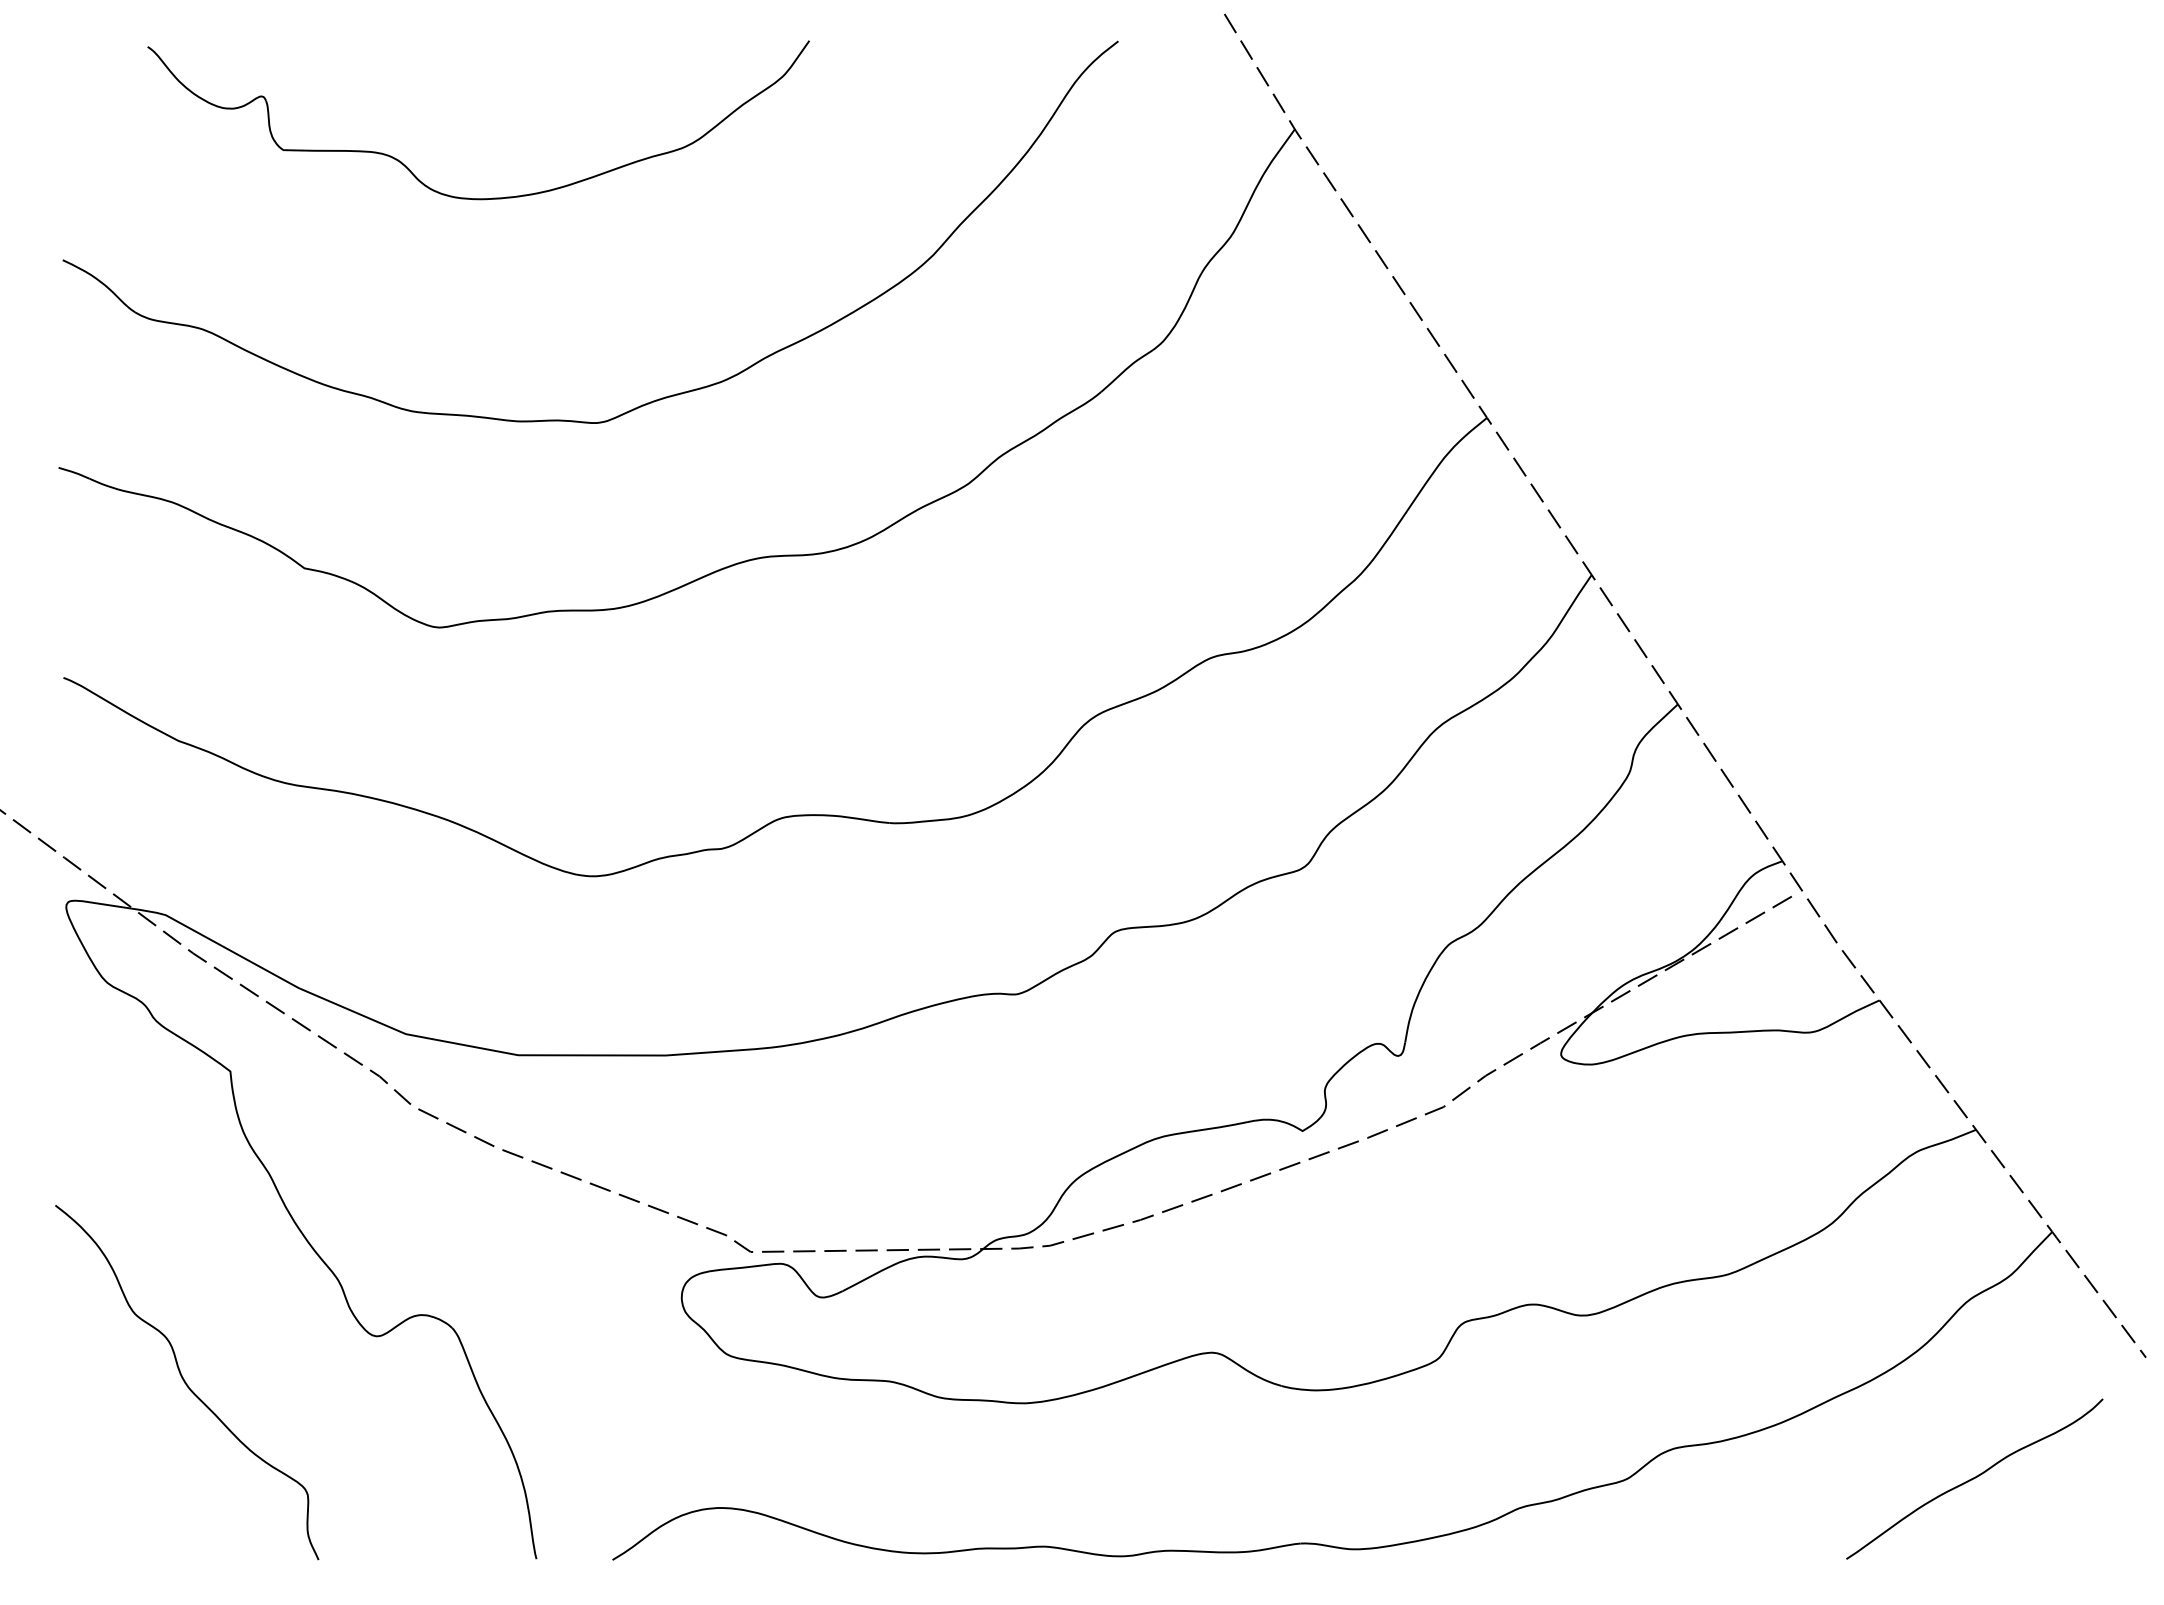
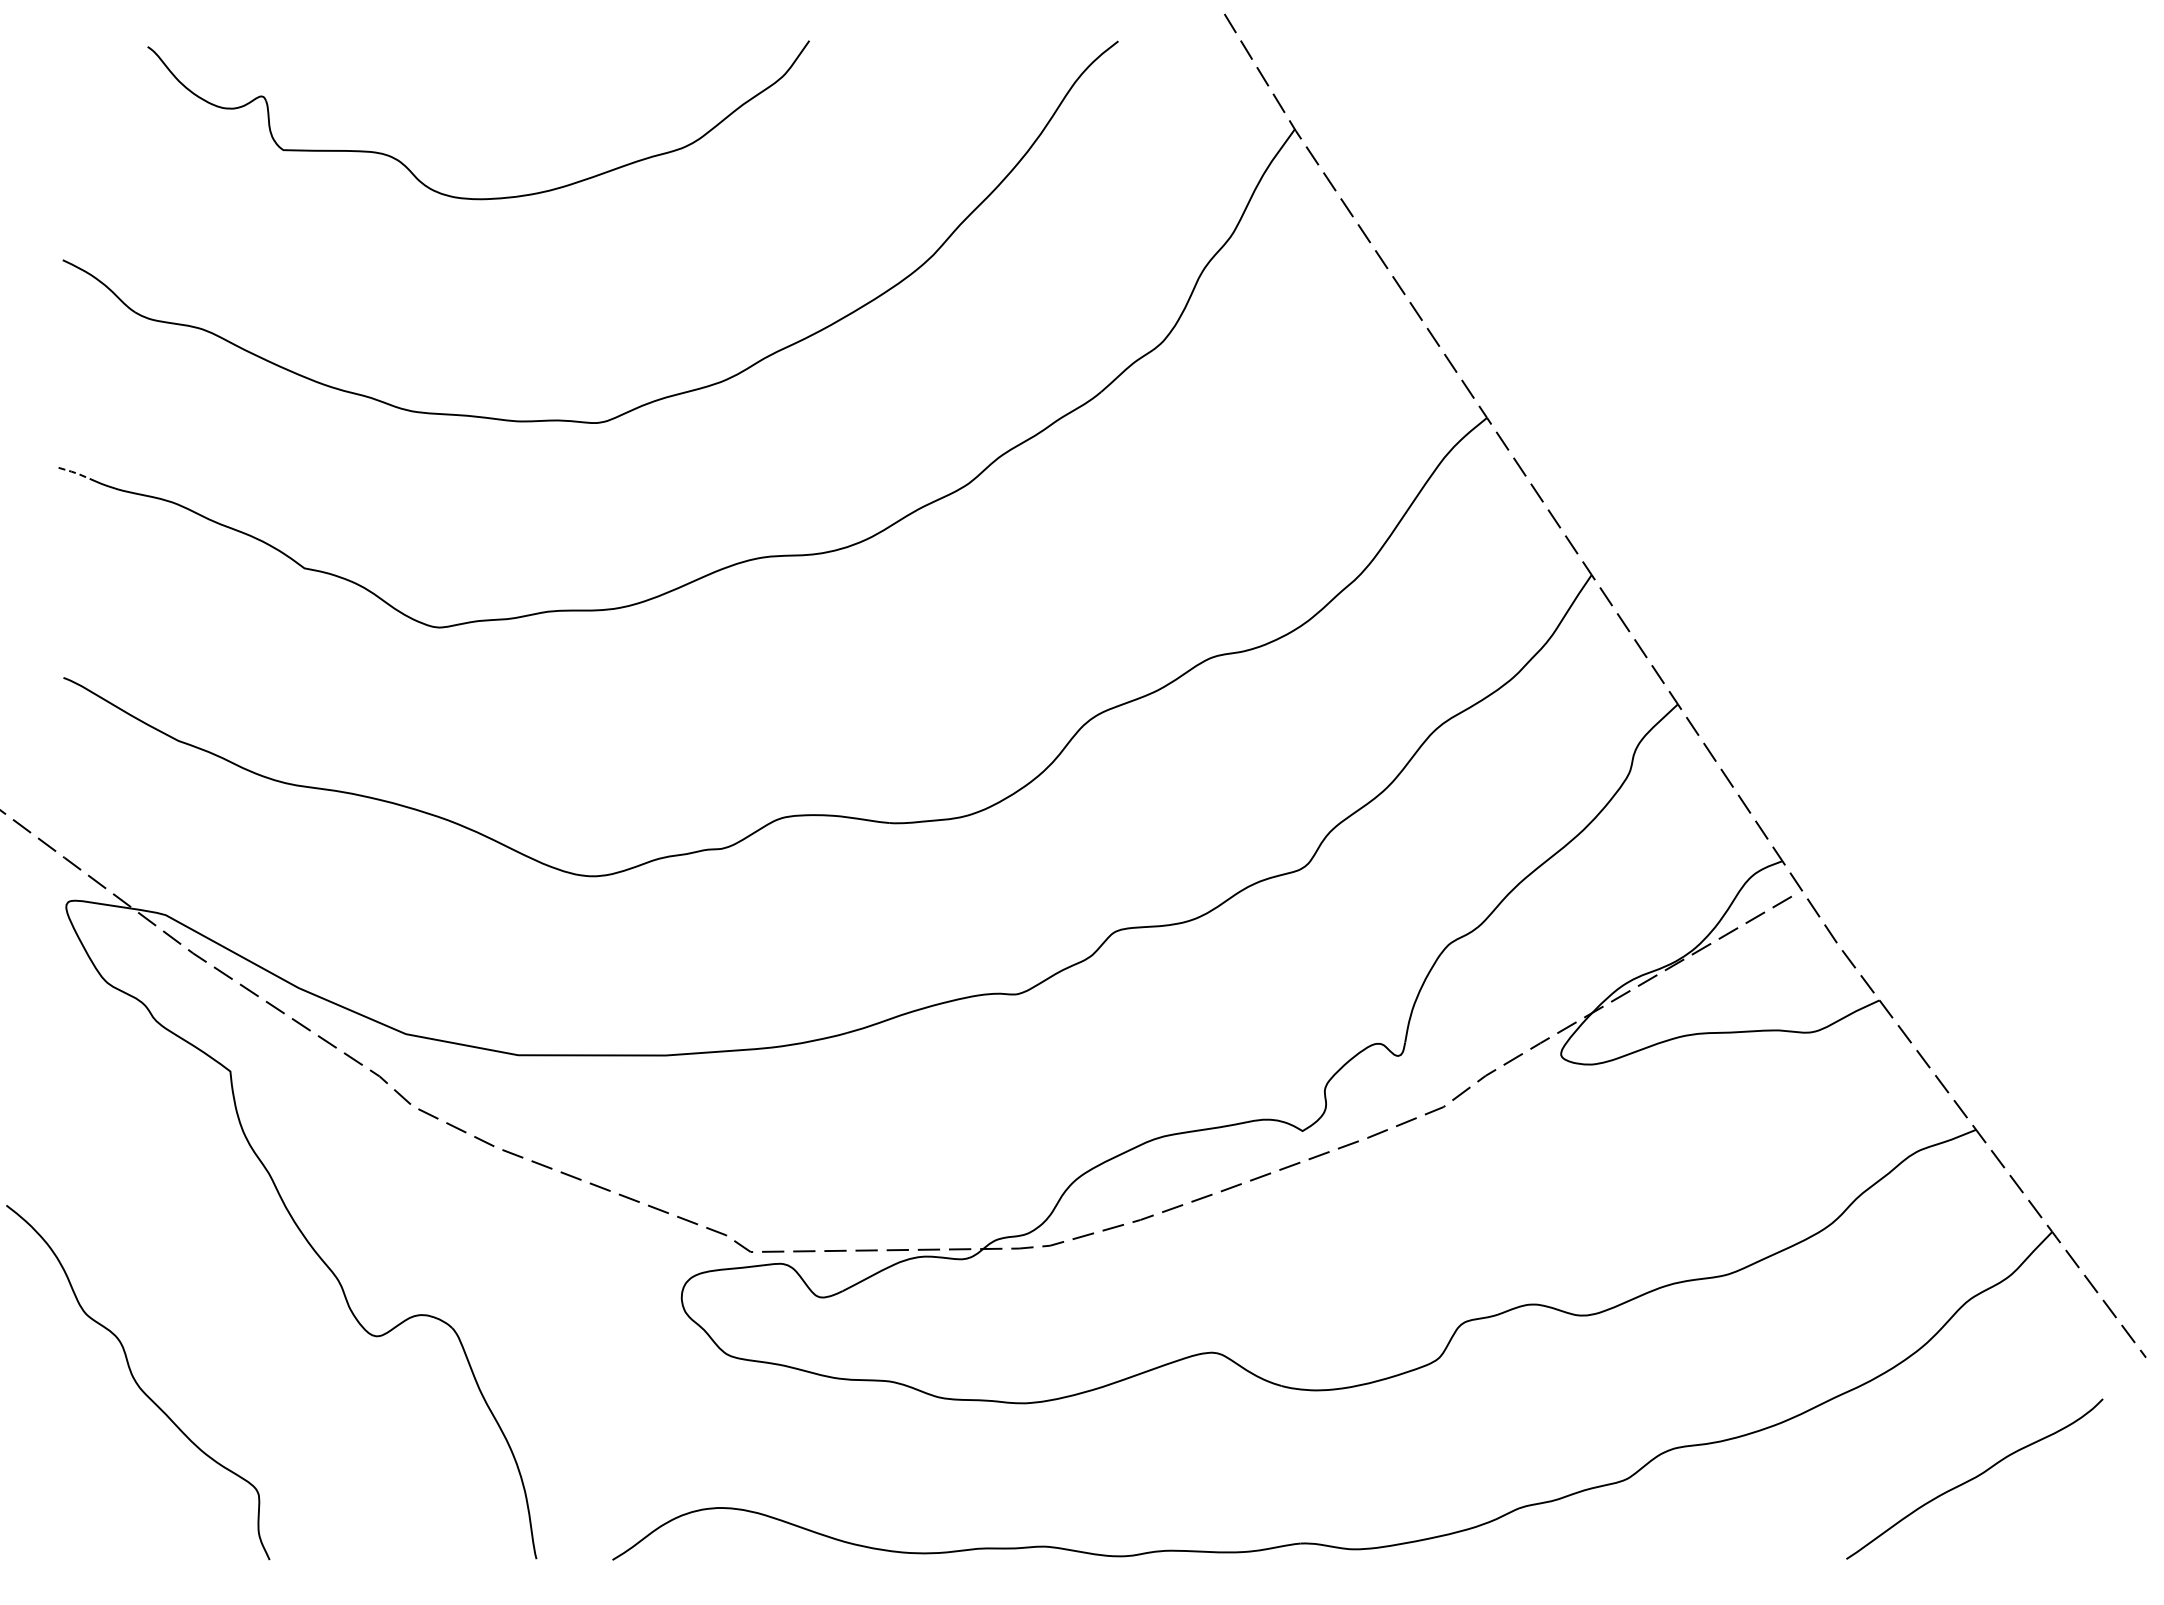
line at (75, 472): solid -> dashed
curve at (186, 1382) position: (186, 1382) -> (137, 1382)
